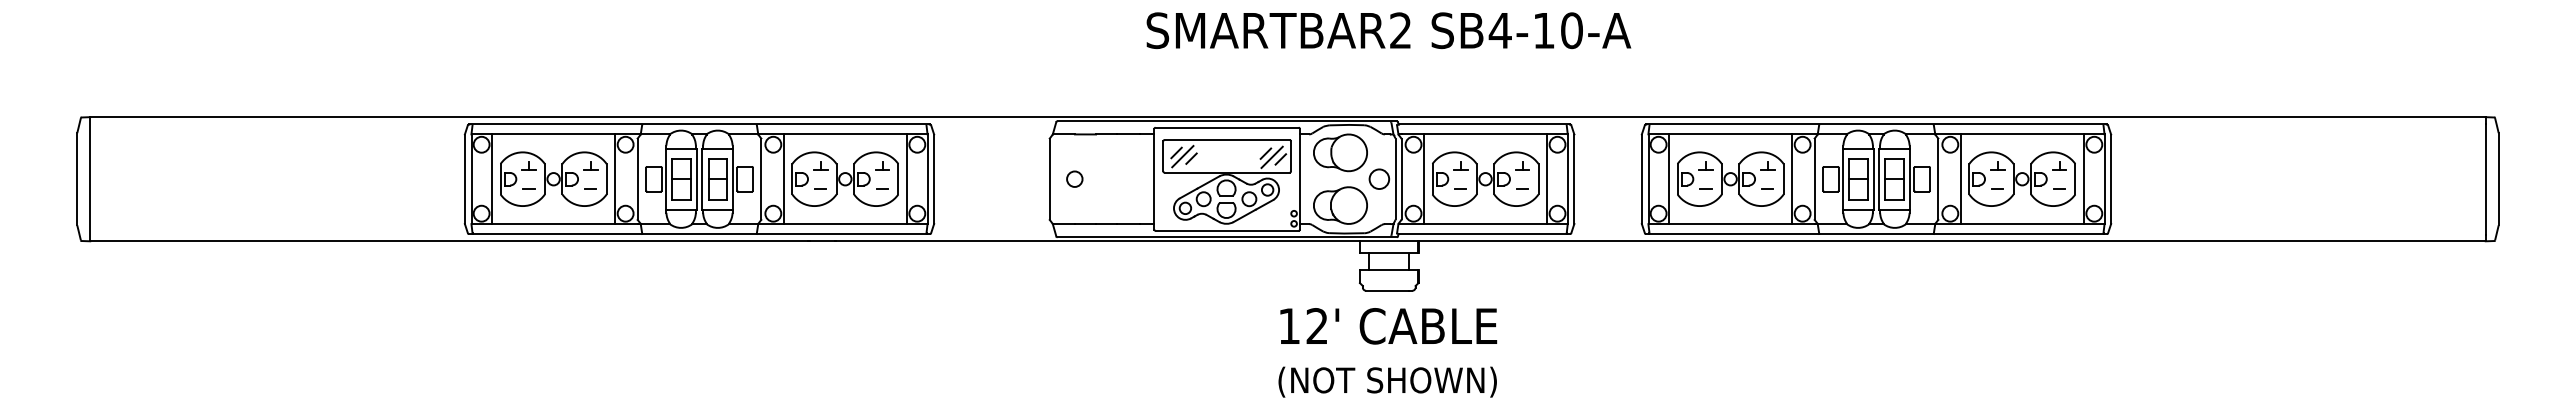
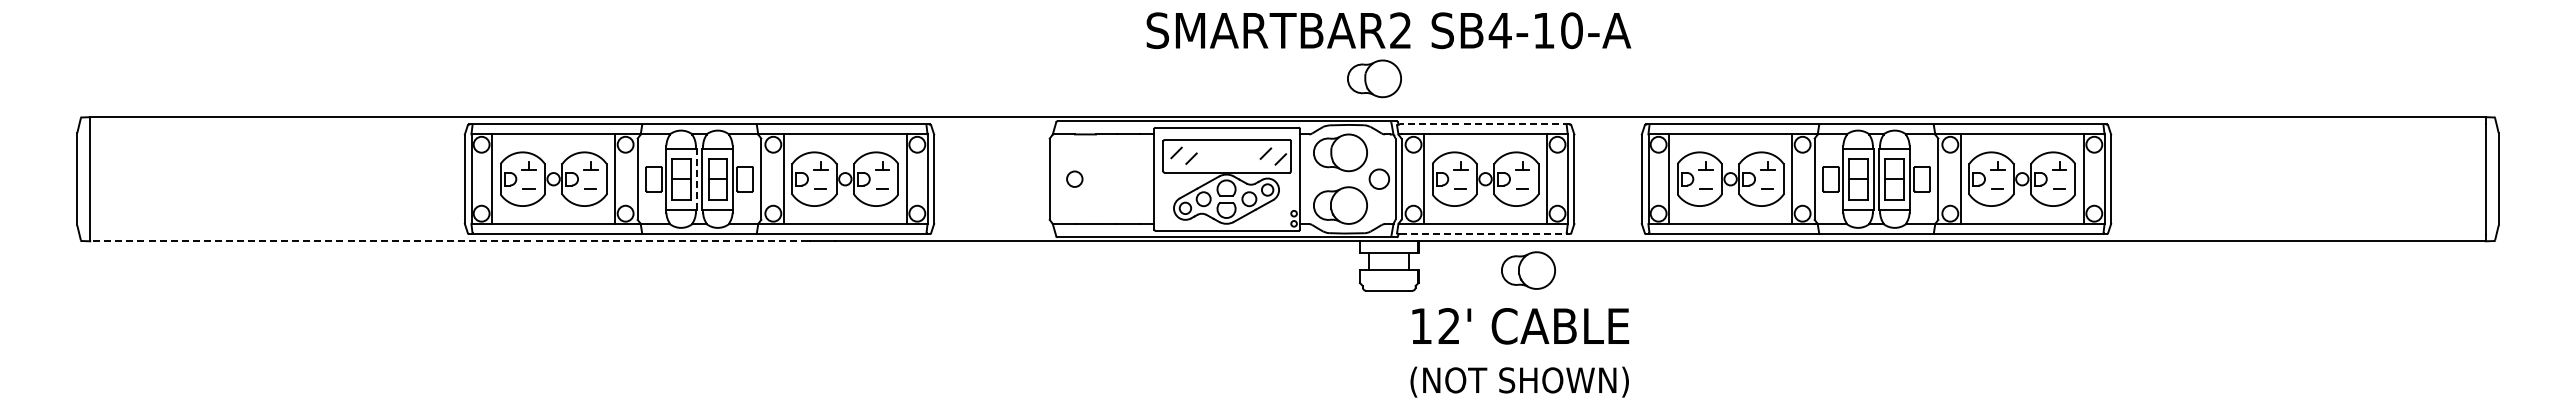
part at (1374, 78): none -> present
line at (1484, 124): solid -> dashed
line at (1182, 156): present -> none
line at (1271, 157): present -> none
line at (697, 179): solid -> dashed
line at (1485, 233): solid -> dashed
line at (449, 241): solid -> dashed
part at (1528, 270): none -> present
text at (1387, 352) position: (1387, 352) -> (1519, 352)
